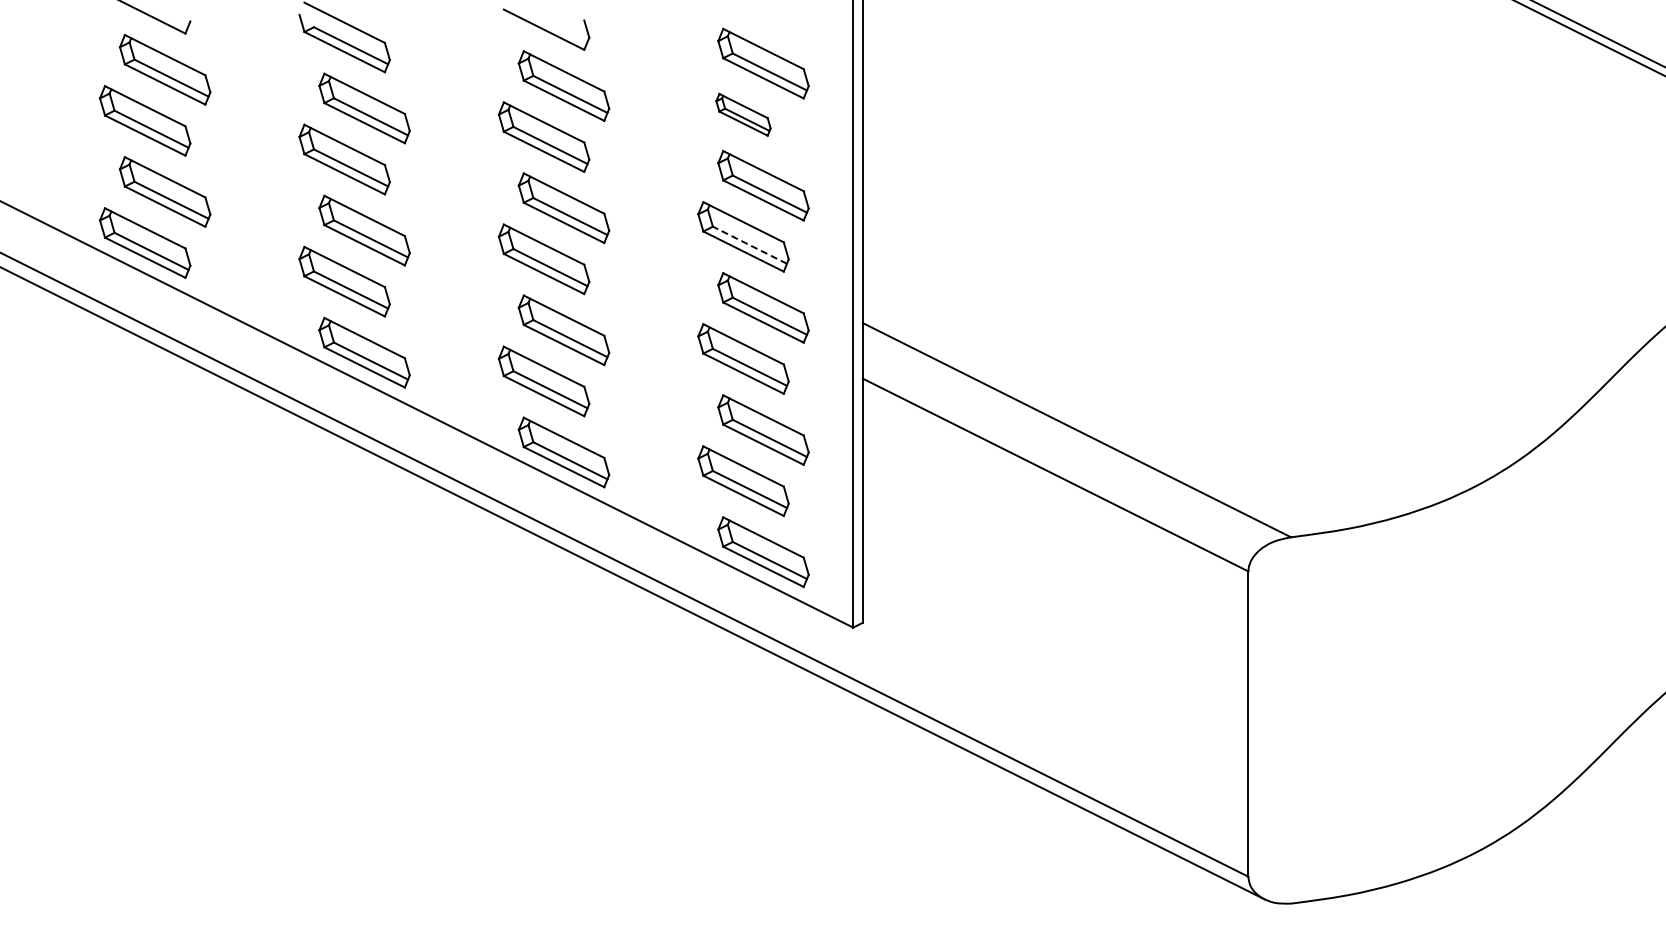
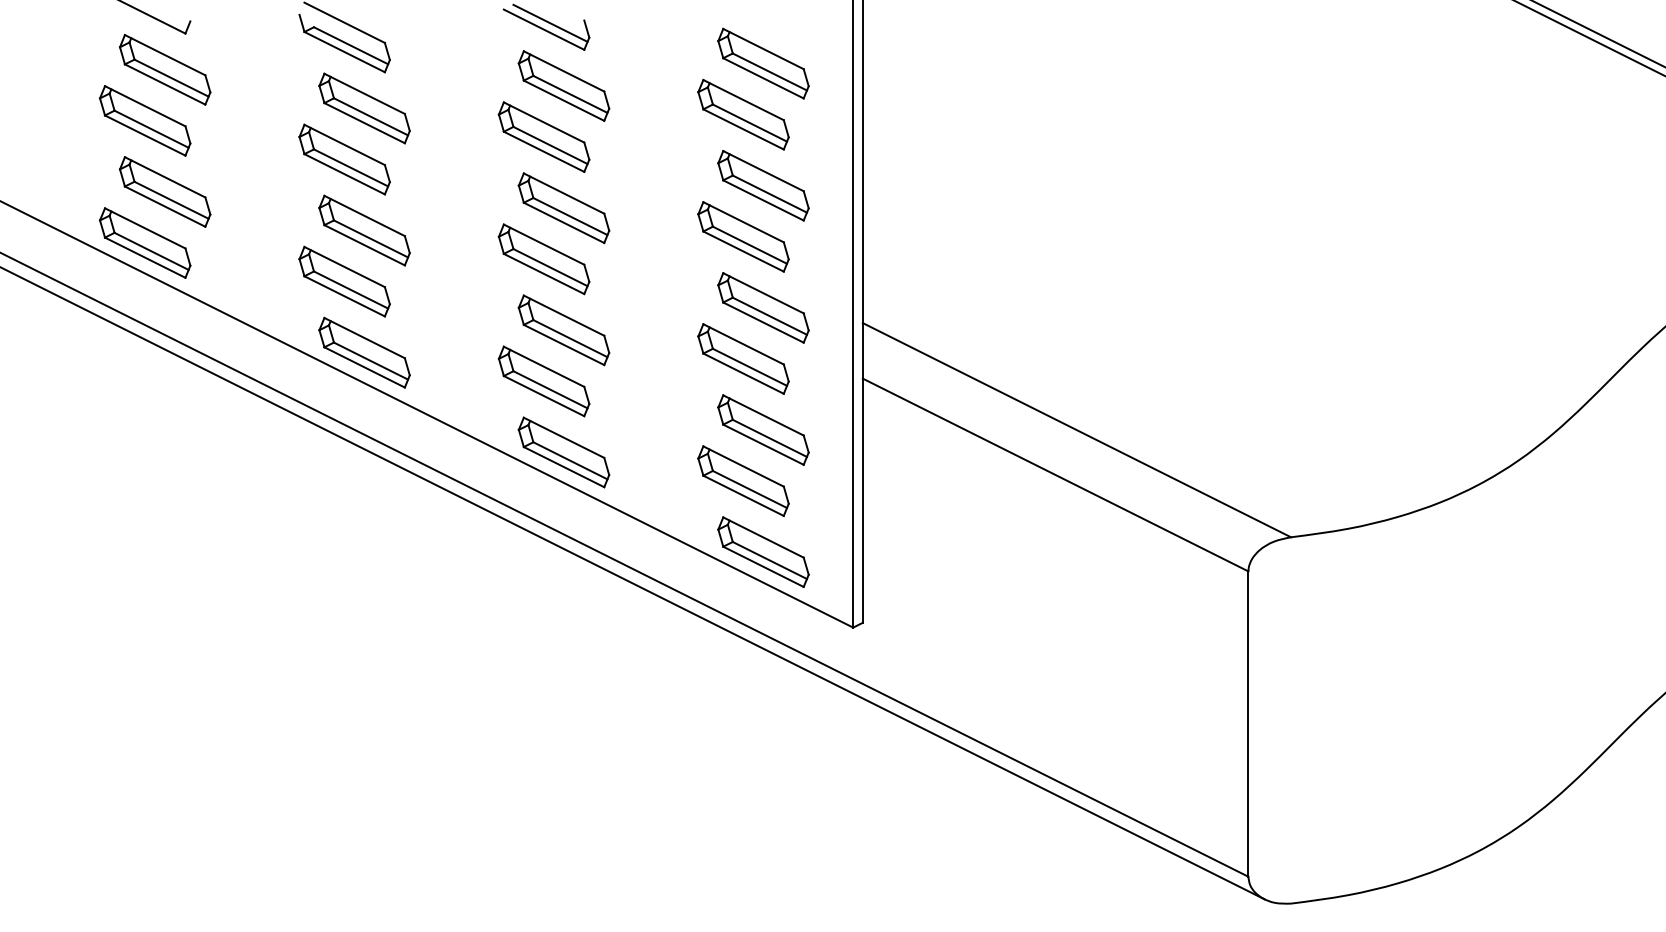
line at (550, 22): none -> present
part at (743, 114) size: 57x45 px -> 93x72 px
line at (749, 245): dashed -> solid
